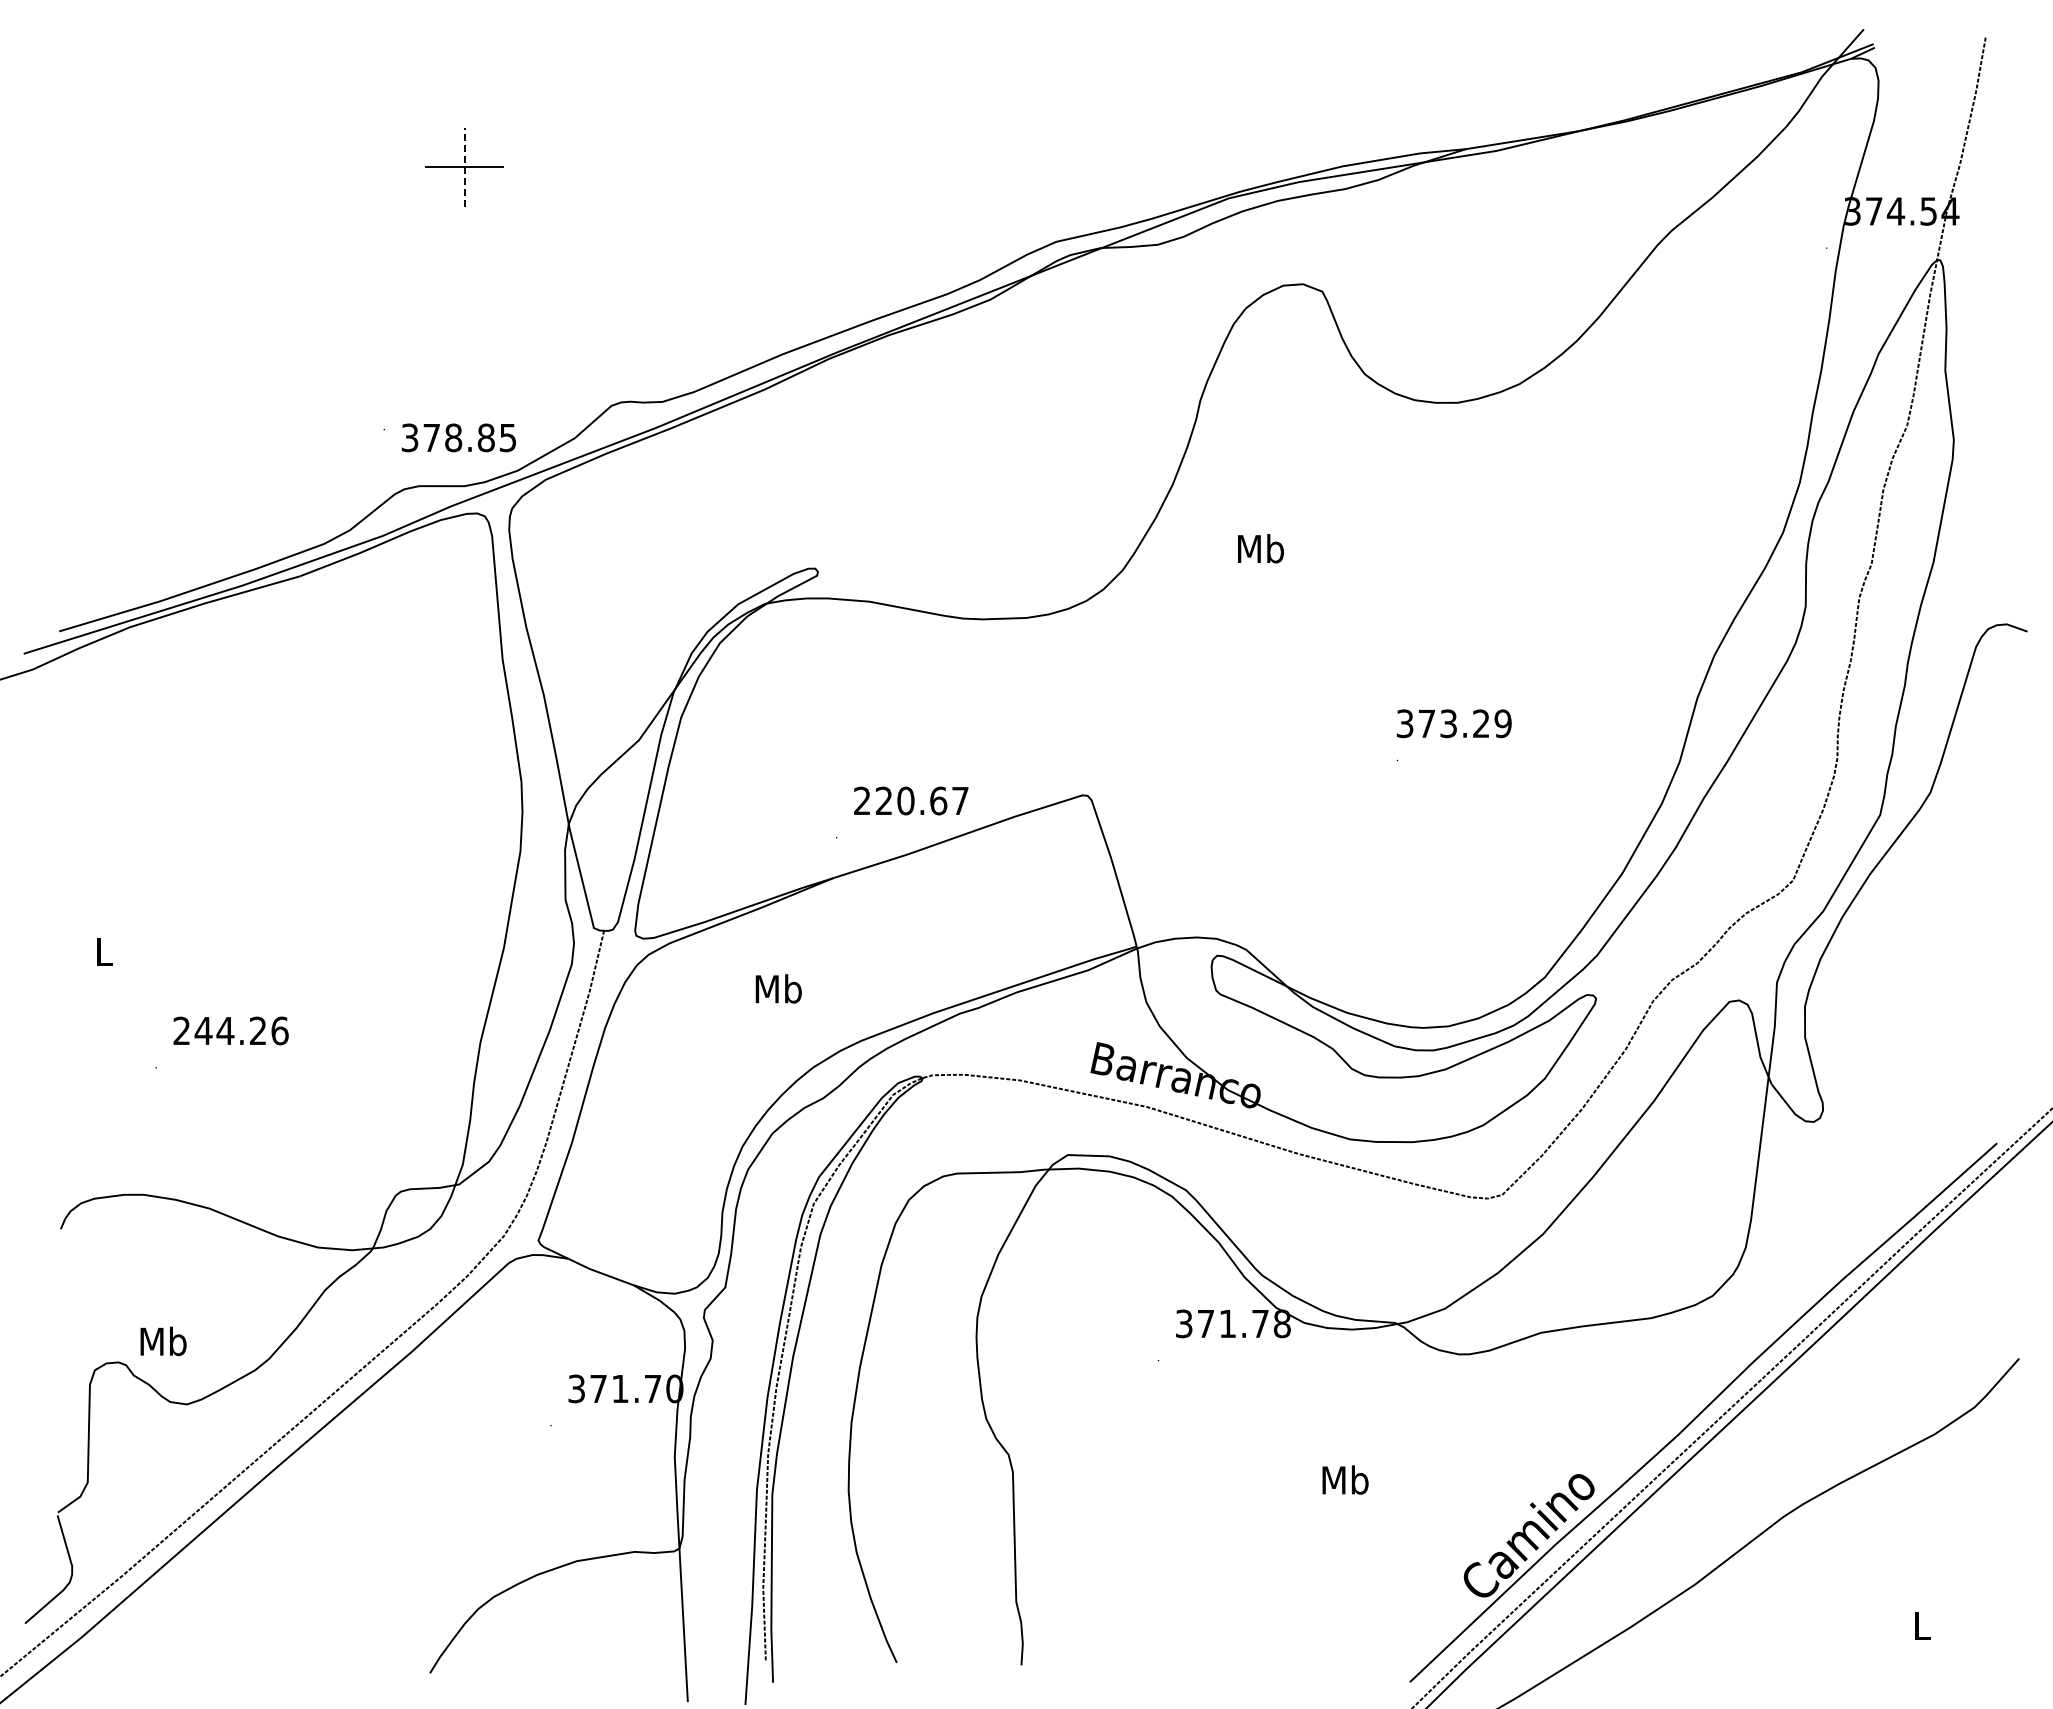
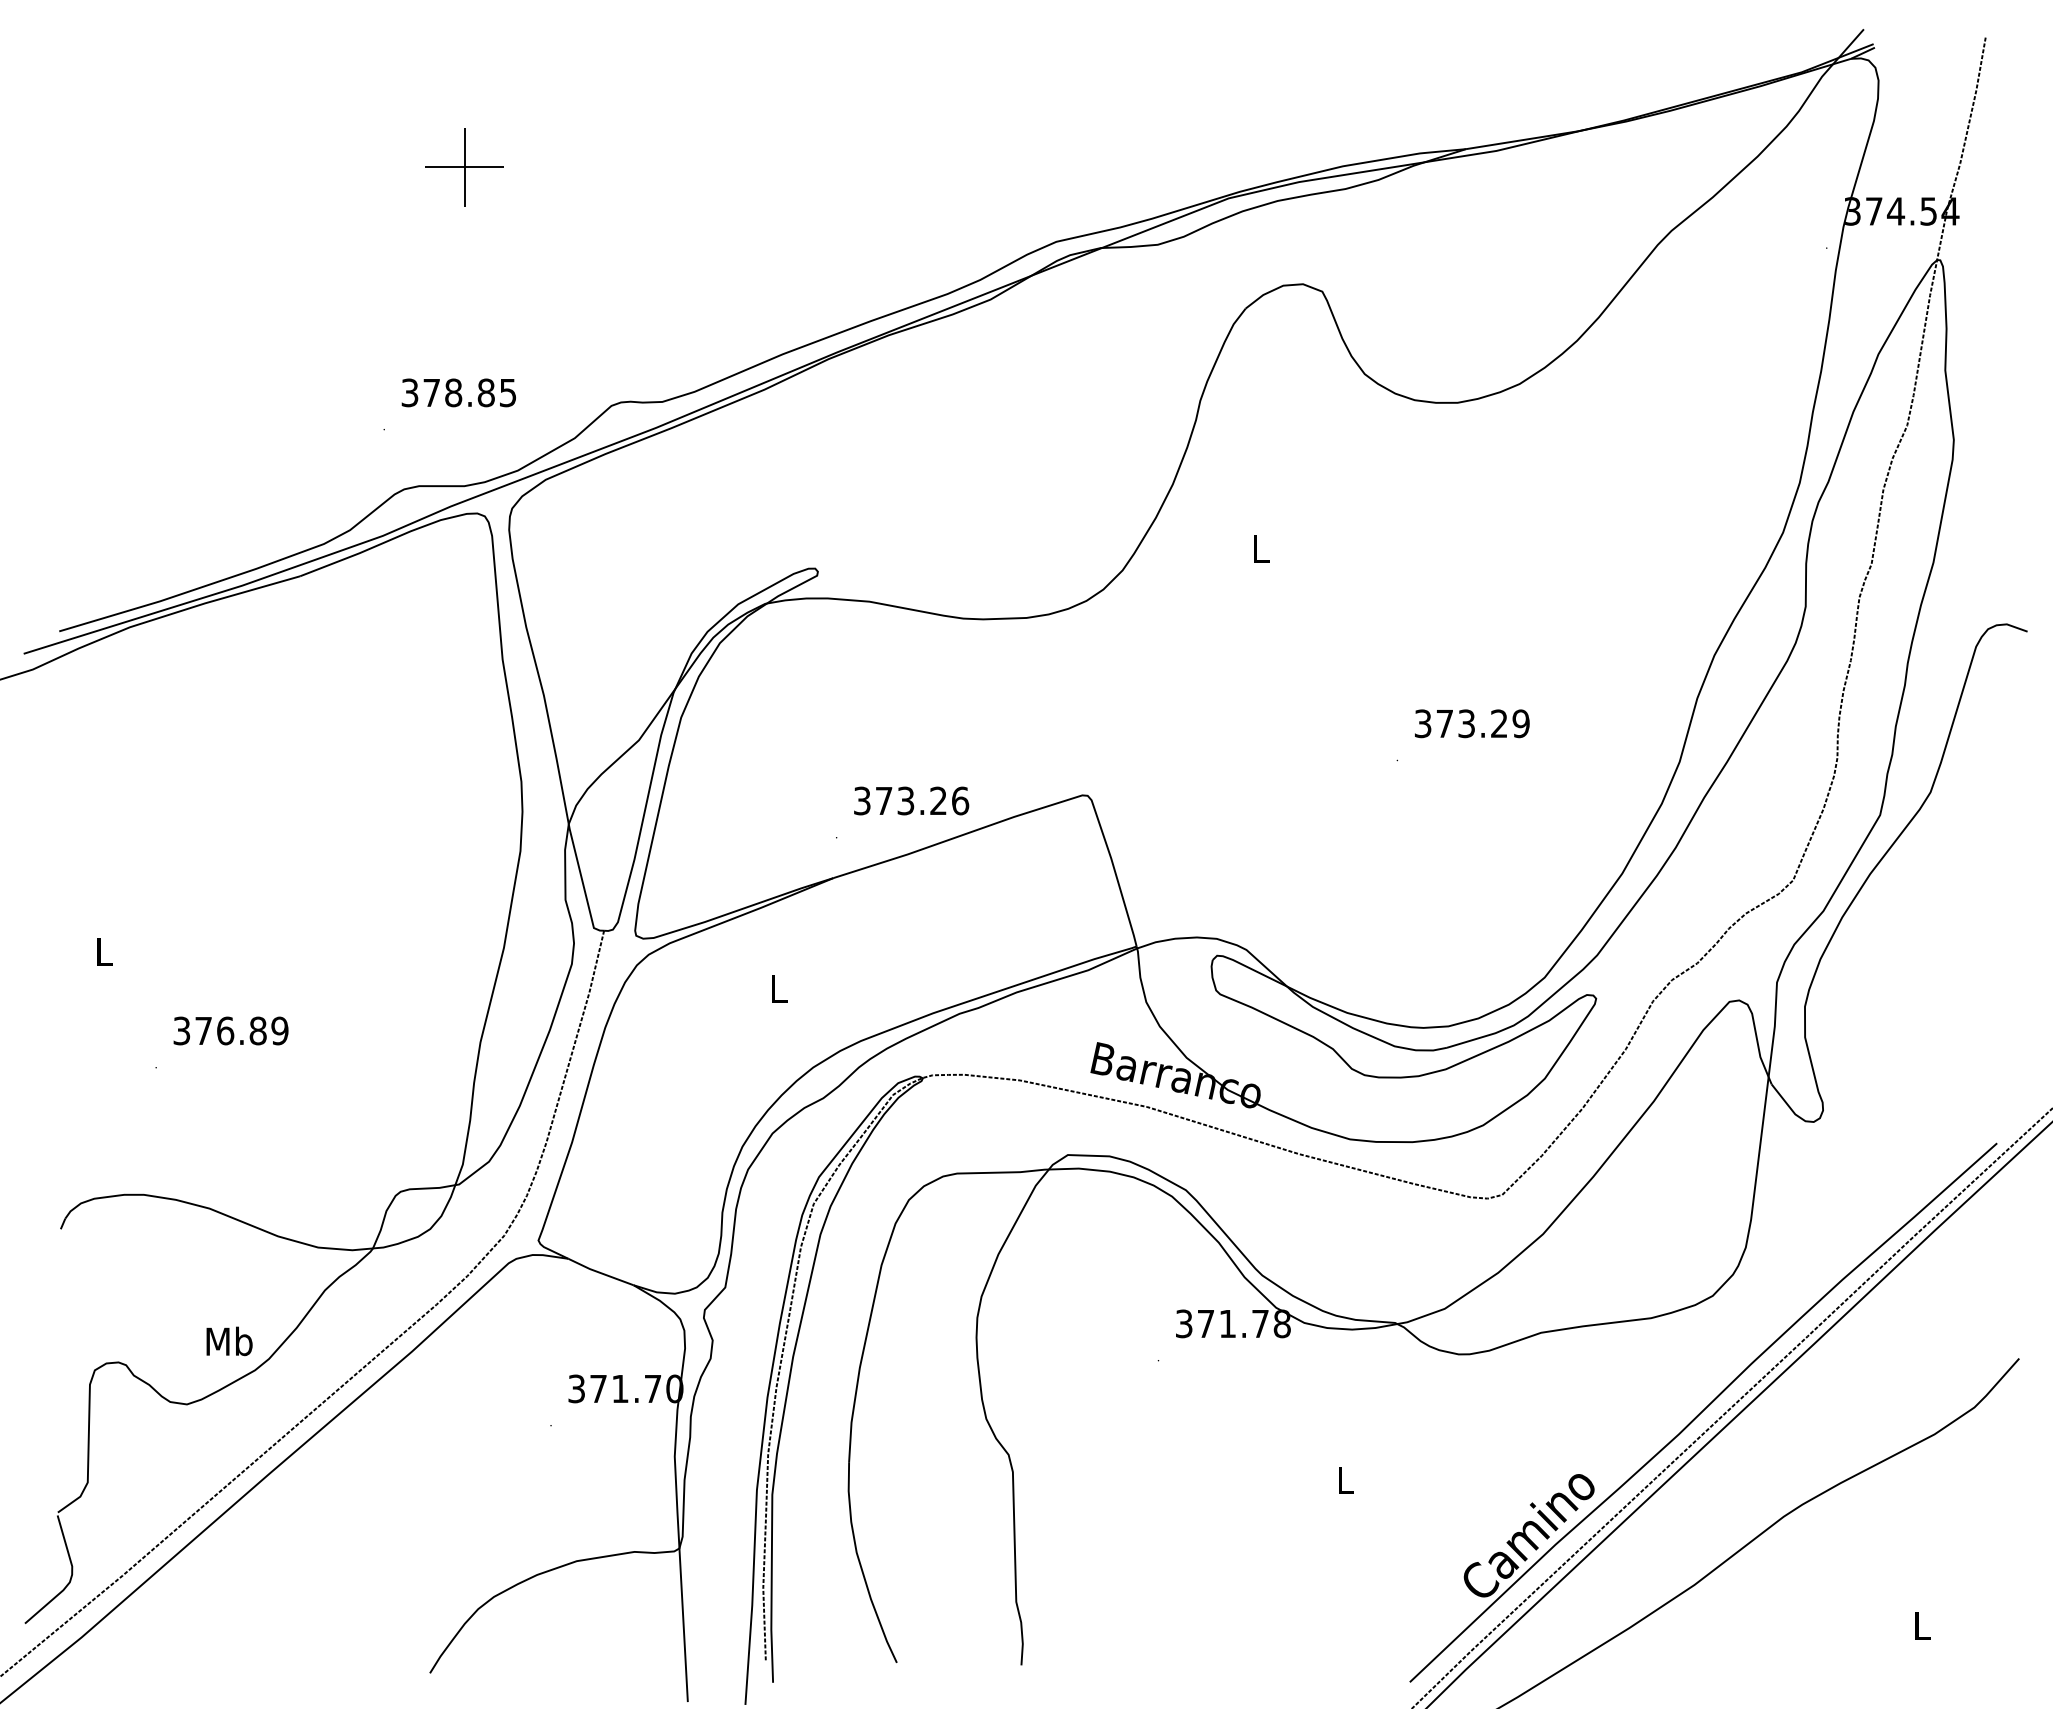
line at (464, 167): dashed -> solid
text at (458, 437) position: (458, 437) -> (458, 392)
text at (1260, 548): Mb -> L
text at (1454, 723) position: (1454, 723) -> (1472, 723)
text at (911, 800): 220.67 -> 373.26
text at (778, 988): Mb -> L
text at (230, 1030): 244.26 -> 376.89
text at (163, 1341) position: (163, 1341) -> (229, 1341)
text at (1345, 1479): Mb -> L
